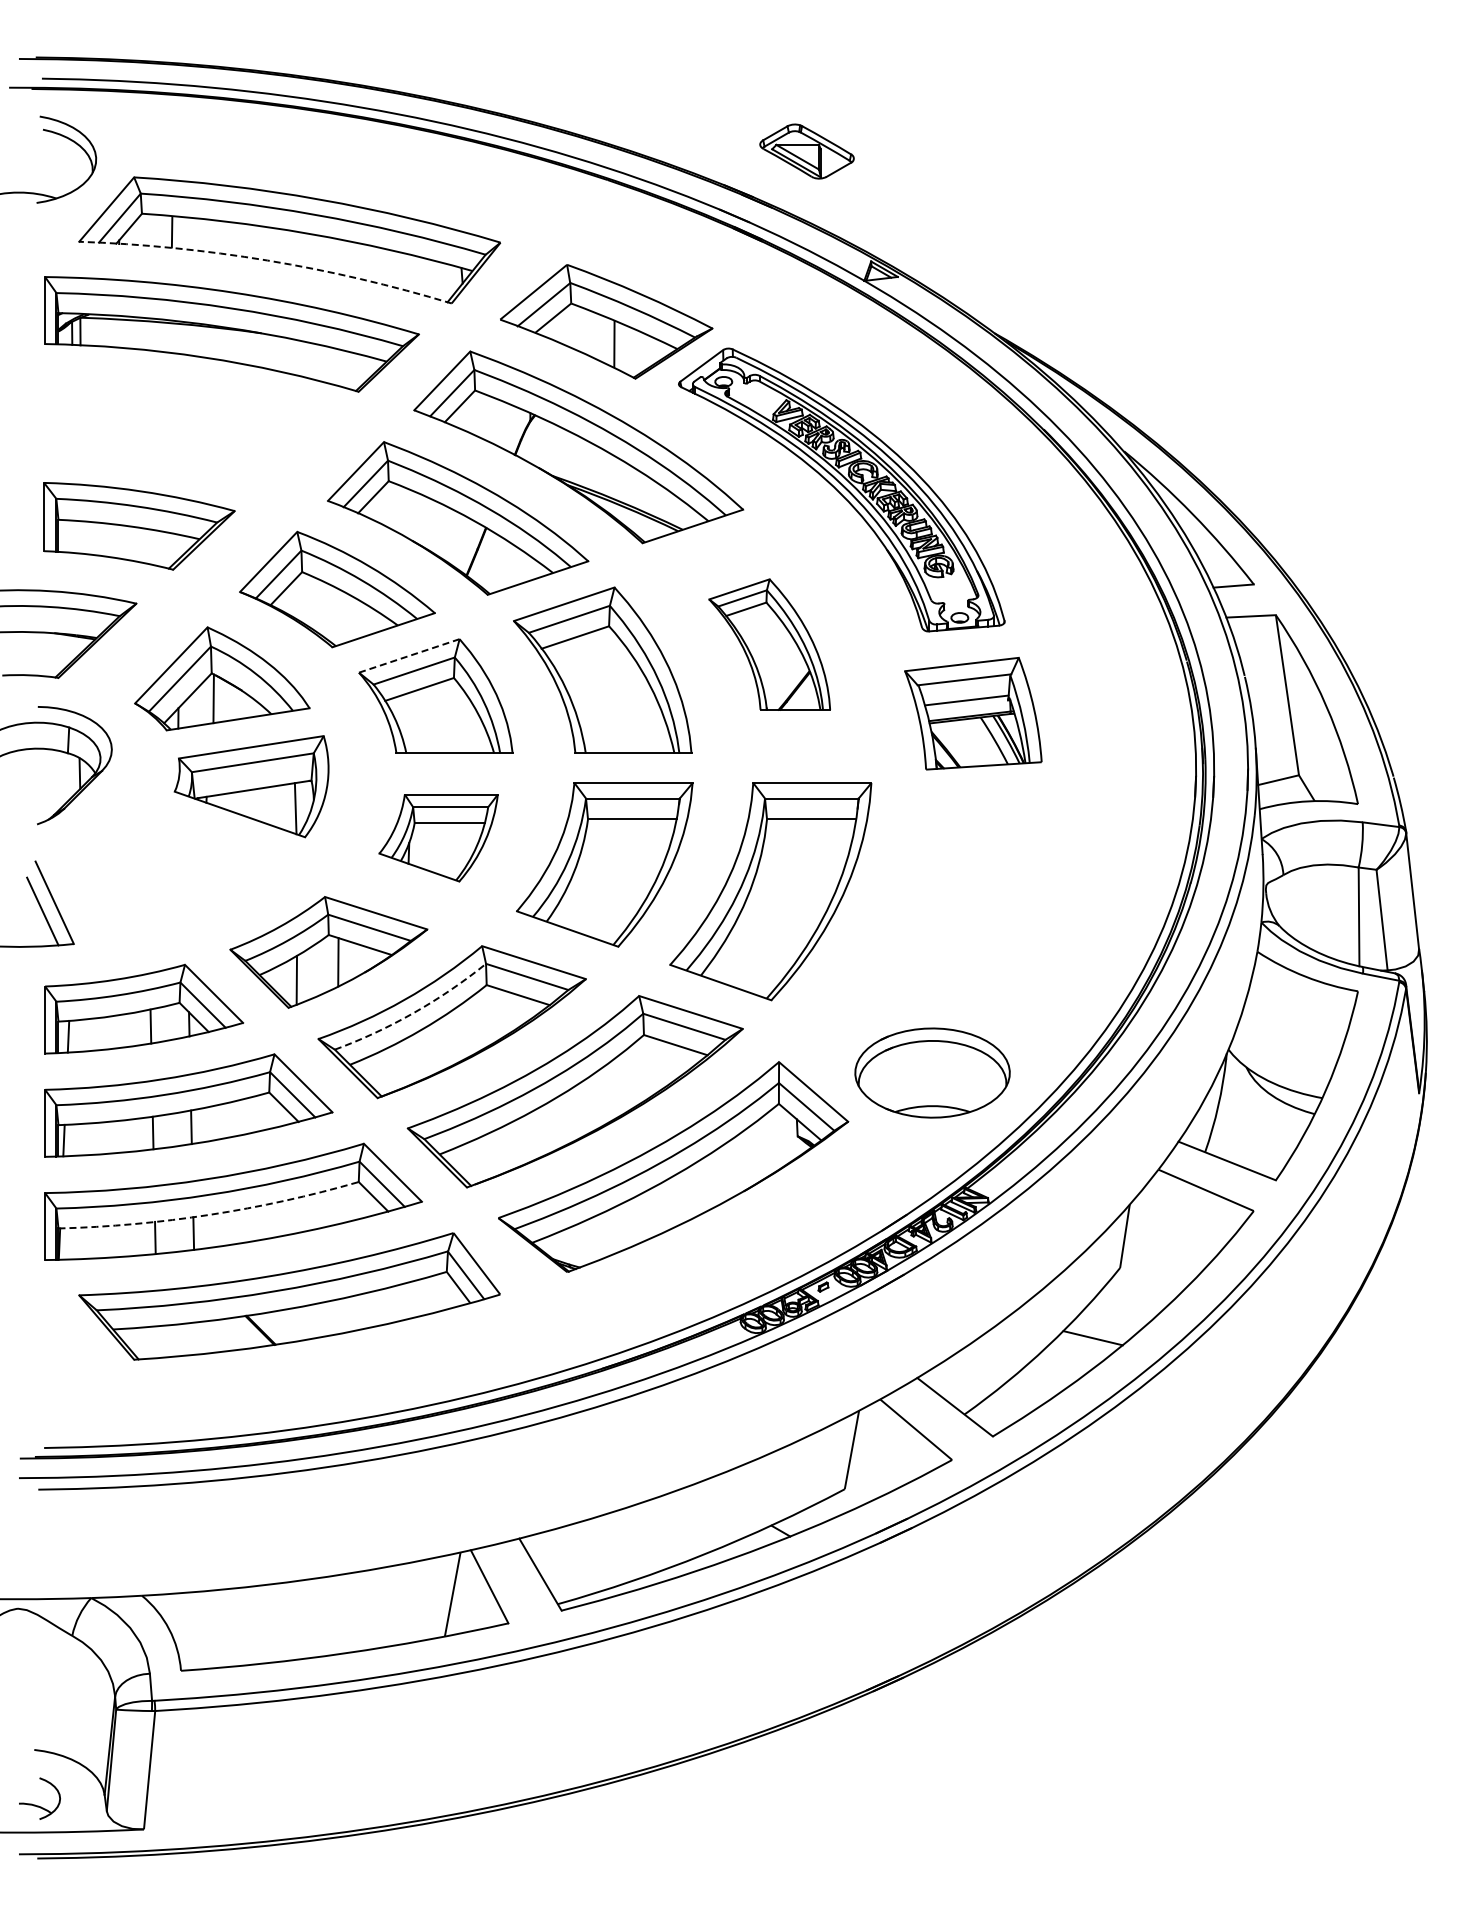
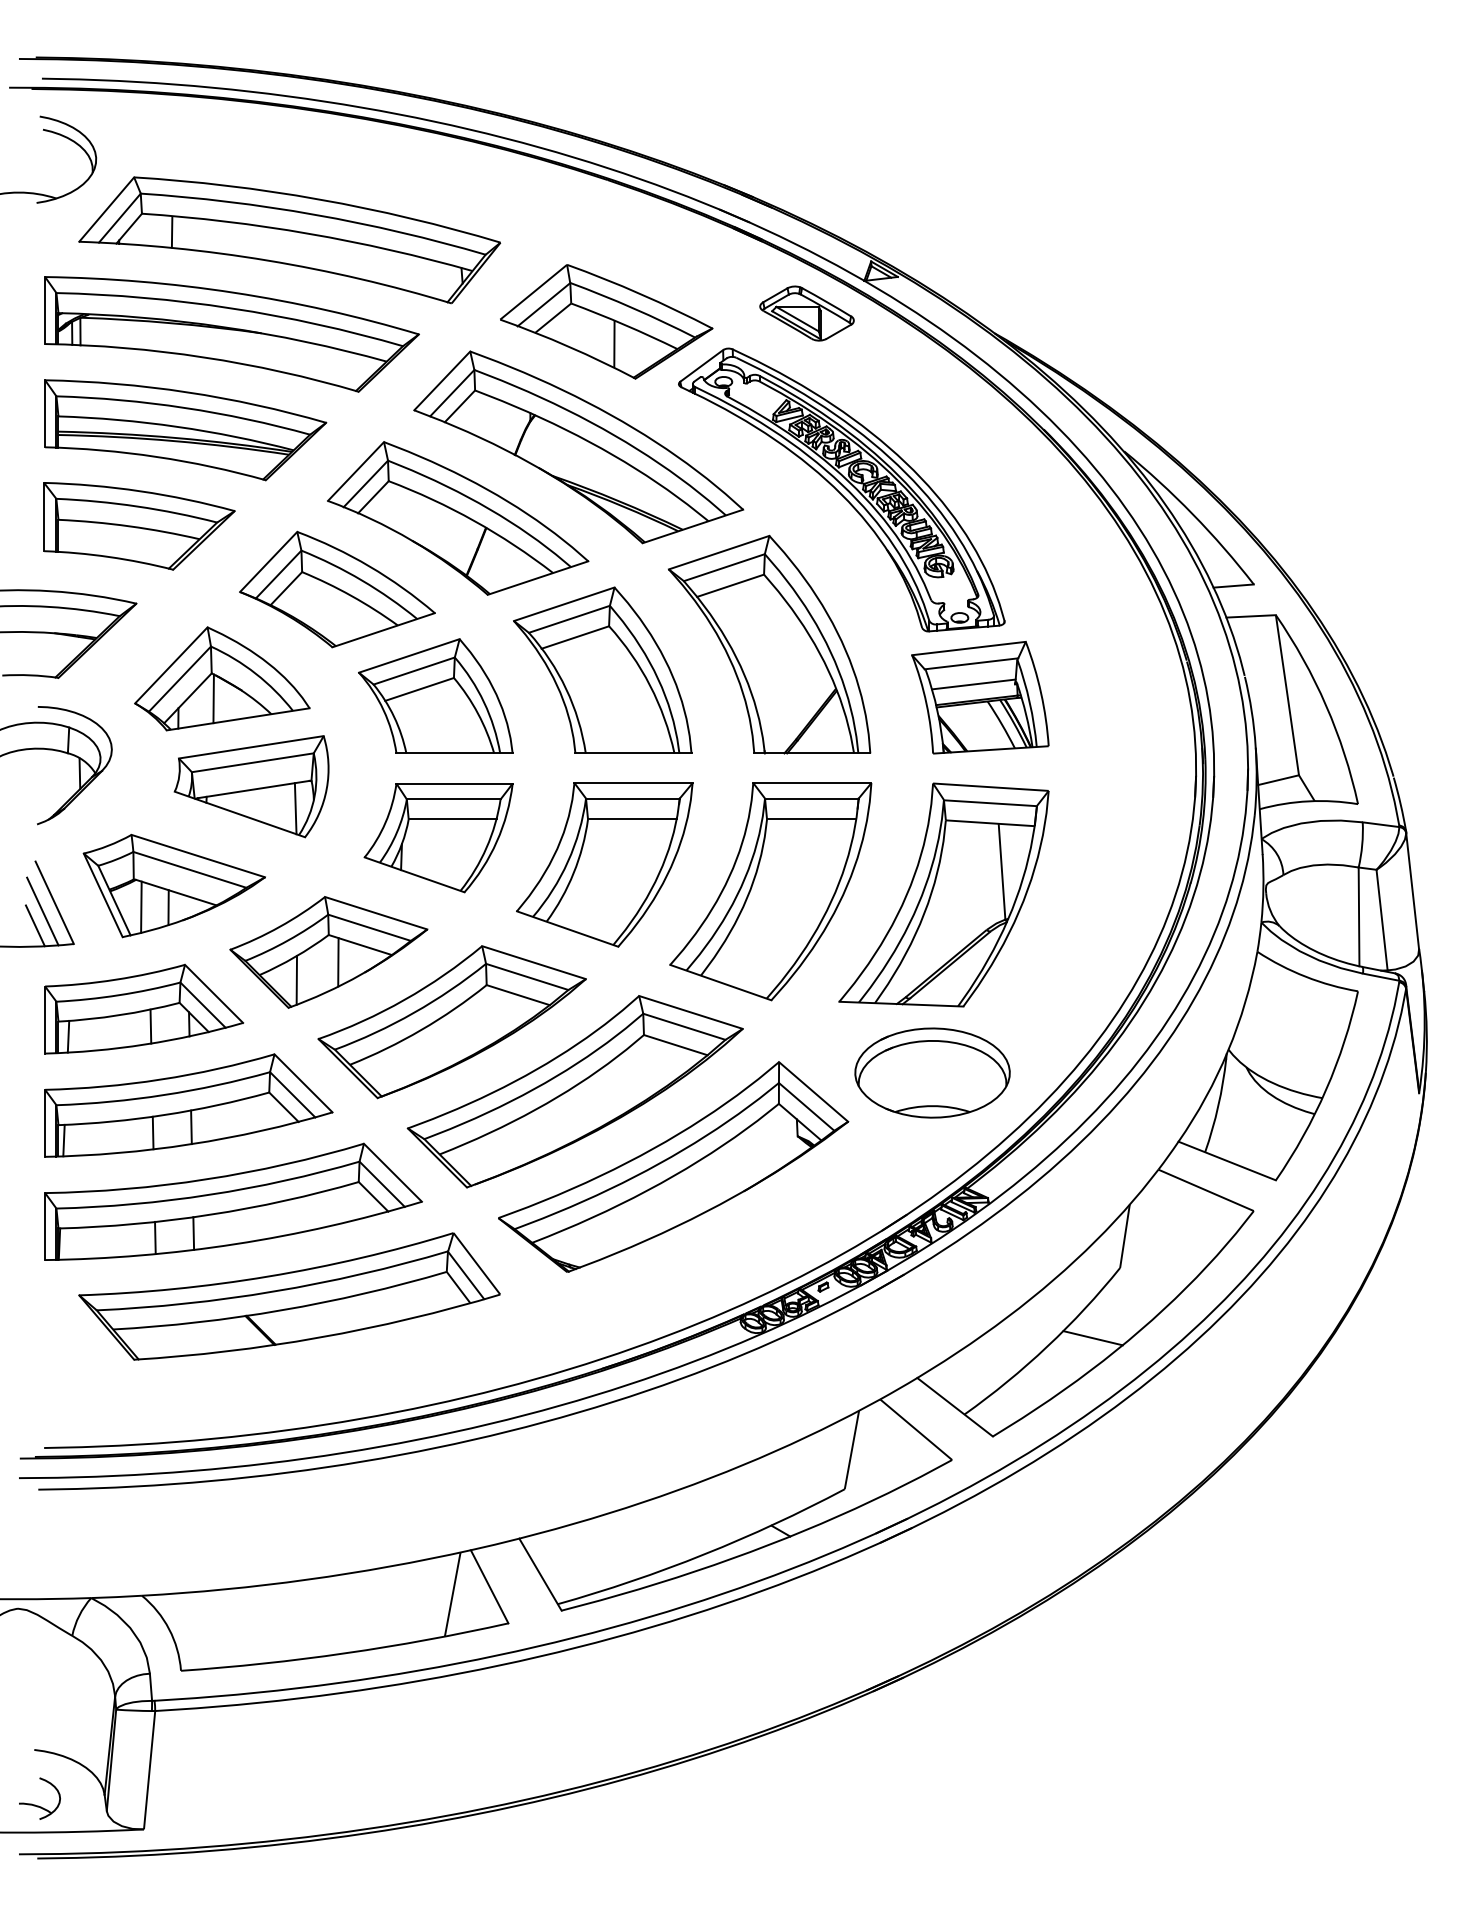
part at (806, 151) position: (806, 151) -> (806, 313)
arc at (267, 260): dashed -> solid
part at (185, 430): none -> present
part at (769, 644) size: 123x133 px -> 204x221 px
line at (408, 656): dashed -> solid
part at (973, 713) position: (973, 713) -> (980, 697)
part at (438, 838) size: 121x89 px -> 151x111 px
part at (173, 885): none -> present
part at (943, 894): none -> present
line at (34, 925): none -> present
arc at (413, 1012): dashed -> solid
arc at (210, 1214): dashed -> solid
